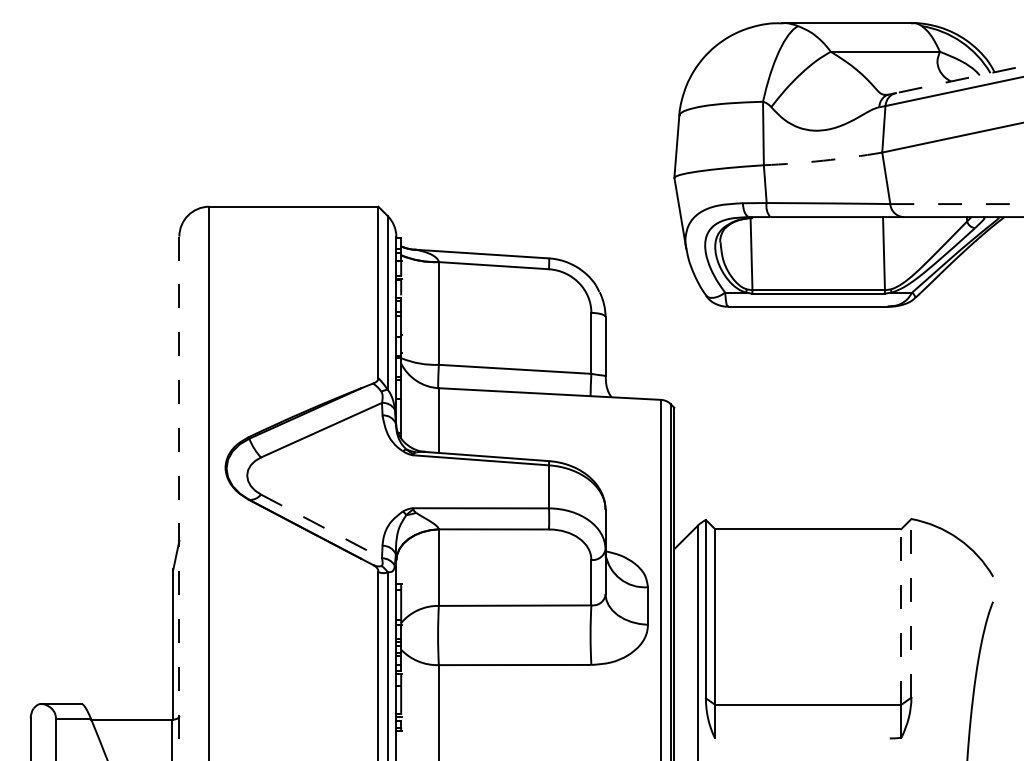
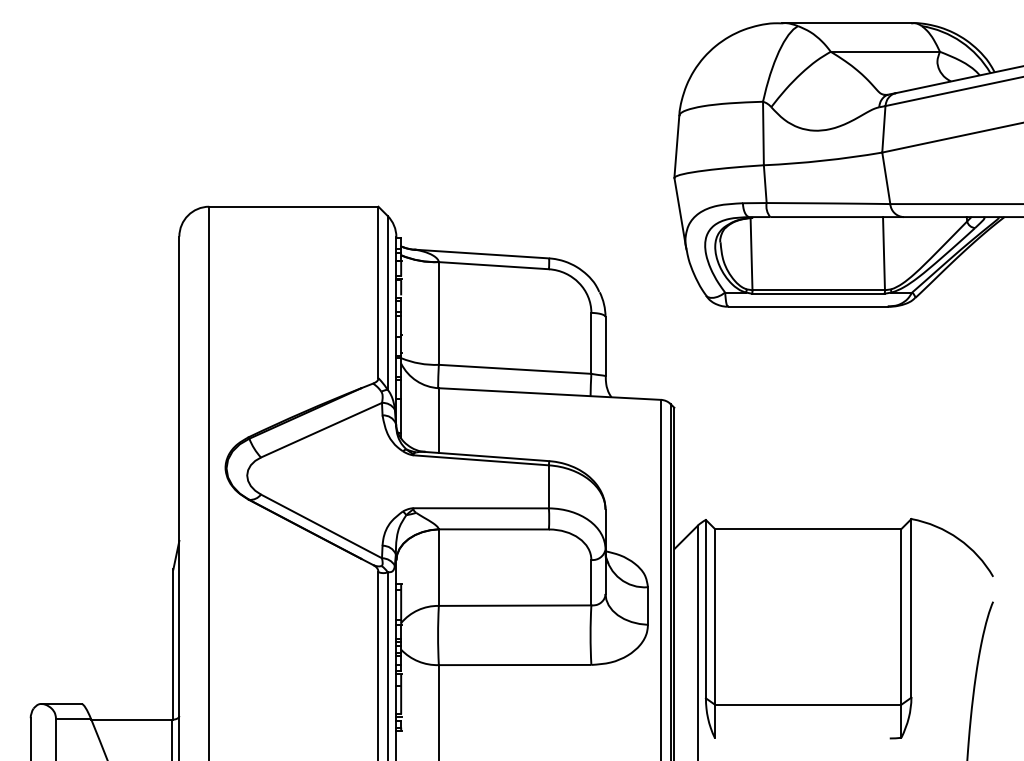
line at (958, 79): dashed -> solid
arc at (823, 160): dashed -> solid
line at (957, 204): dashed -> solid
line at (179, 498): dashed -> solid
line at (321, 526): dashed -> solid
line at (911, 607): dashed -> solid
line at (901, 616): dashed -> solid
